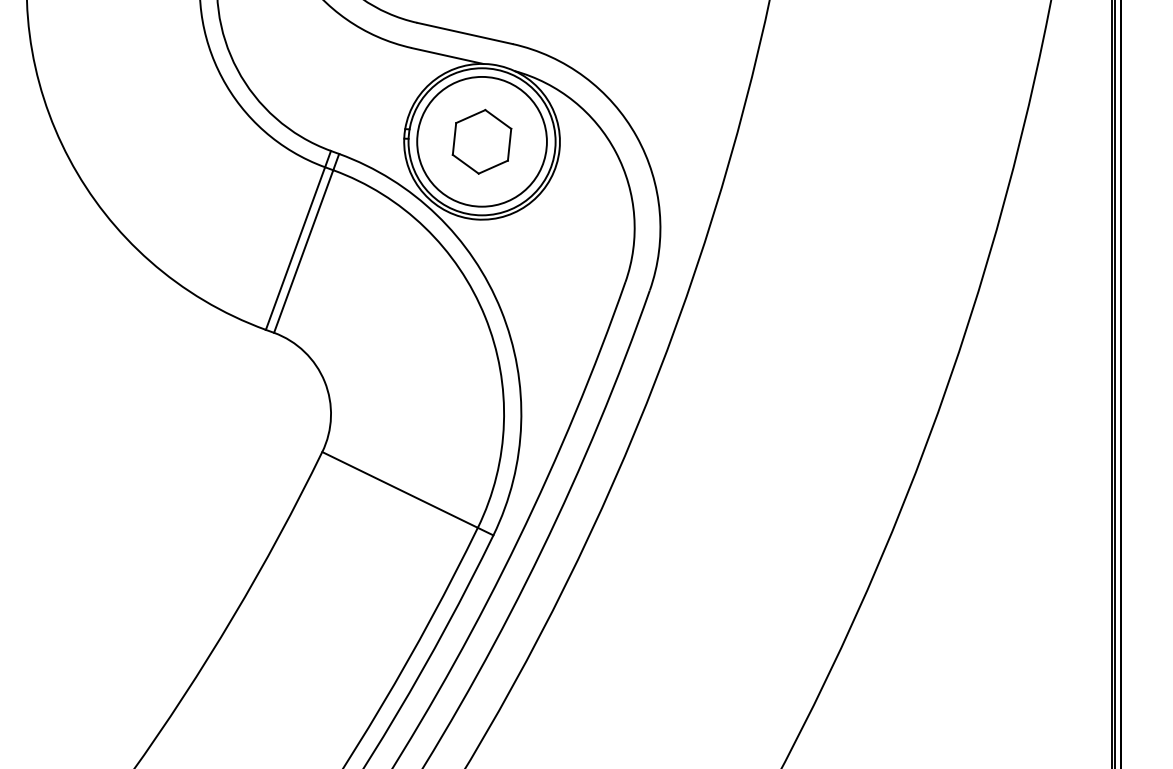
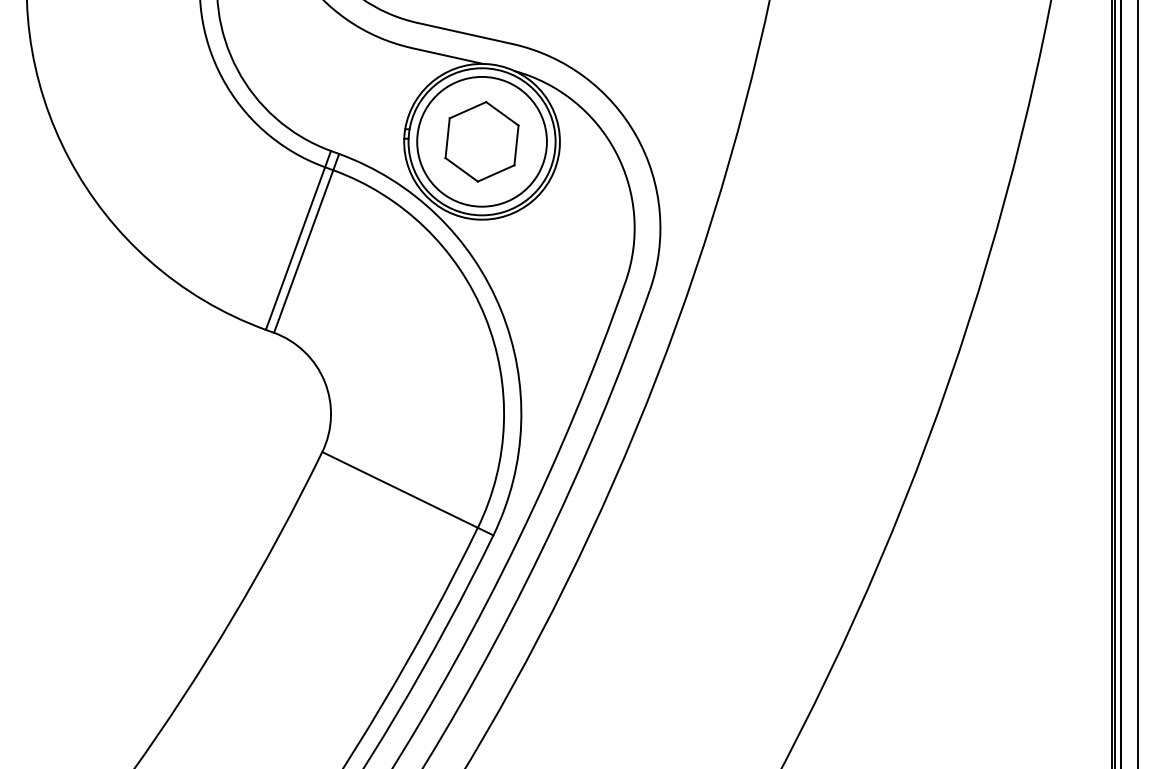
part at (481, 141) size: 62x67 px -> 76x82 px
line at (1137, 383): none -> present
